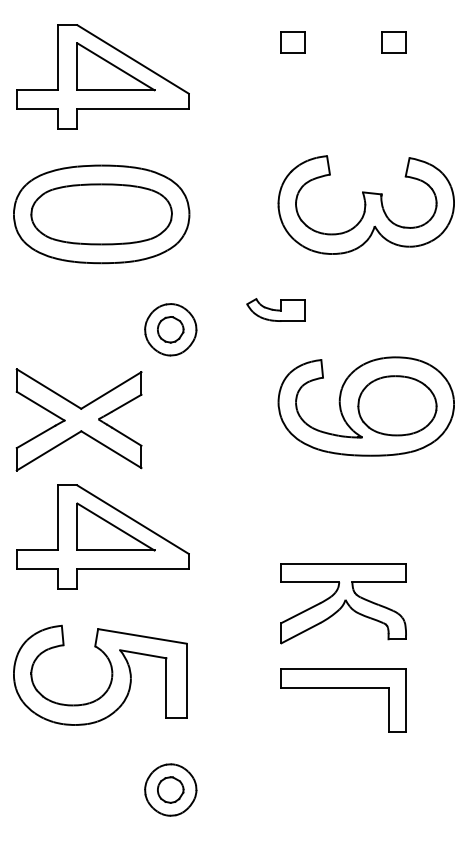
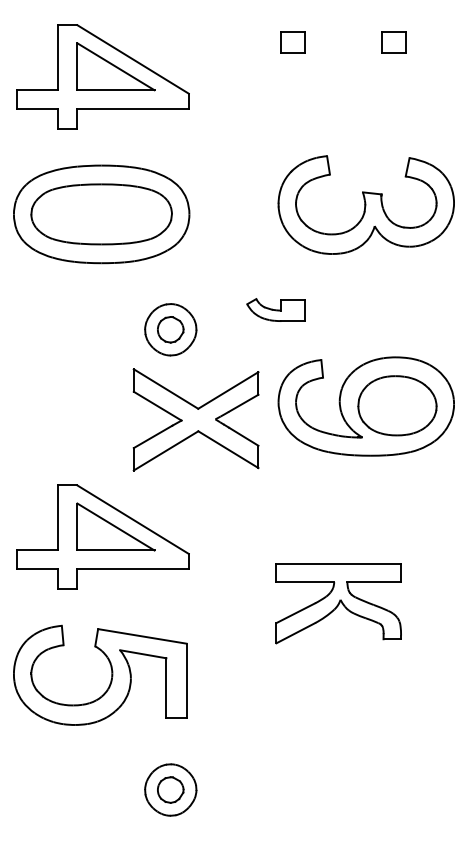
part at (78, 419) position: (78, 419) -> (195, 419)
part at (343, 603) position: (343, 603) -> (338, 603)
part at (343, 688): present -> none
